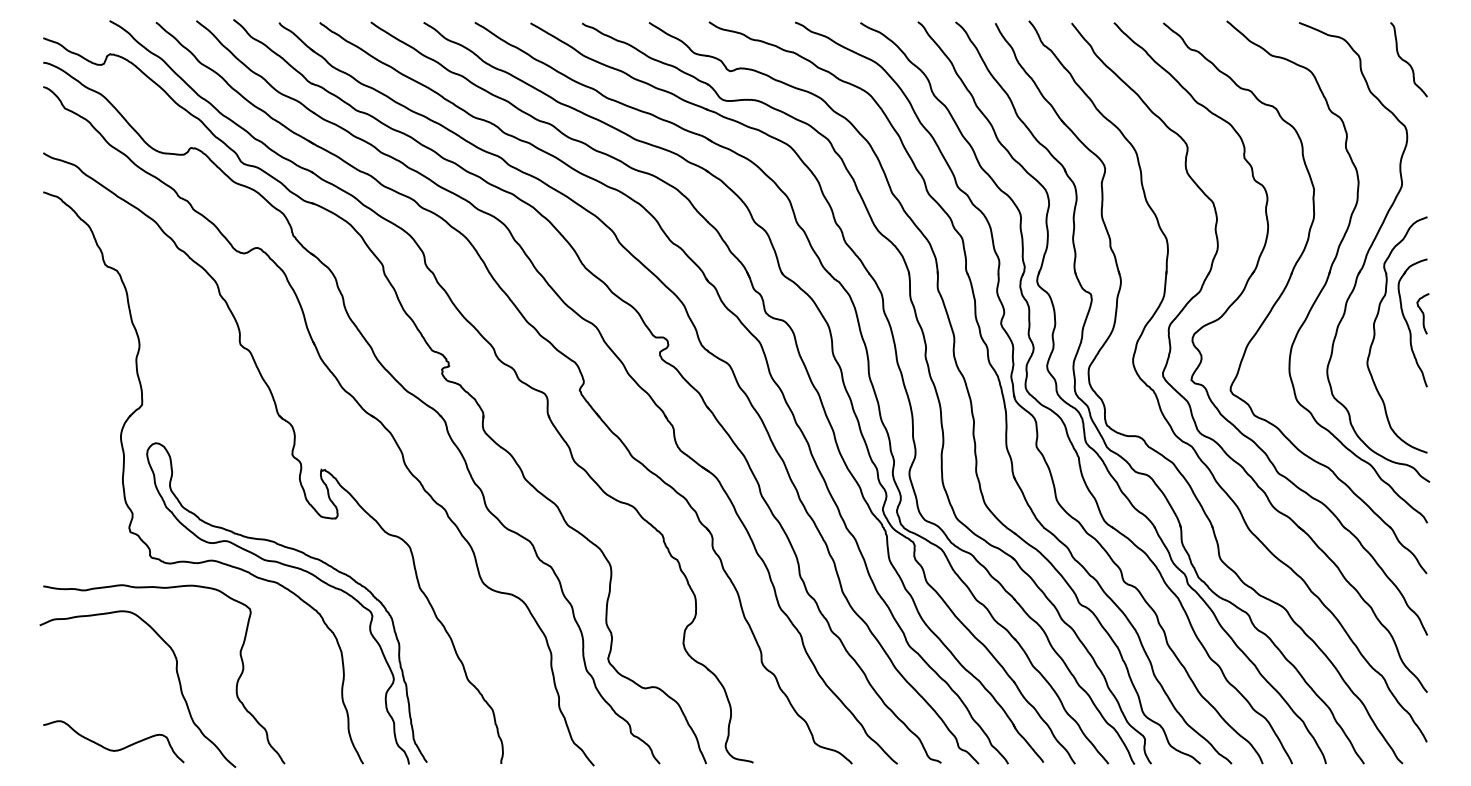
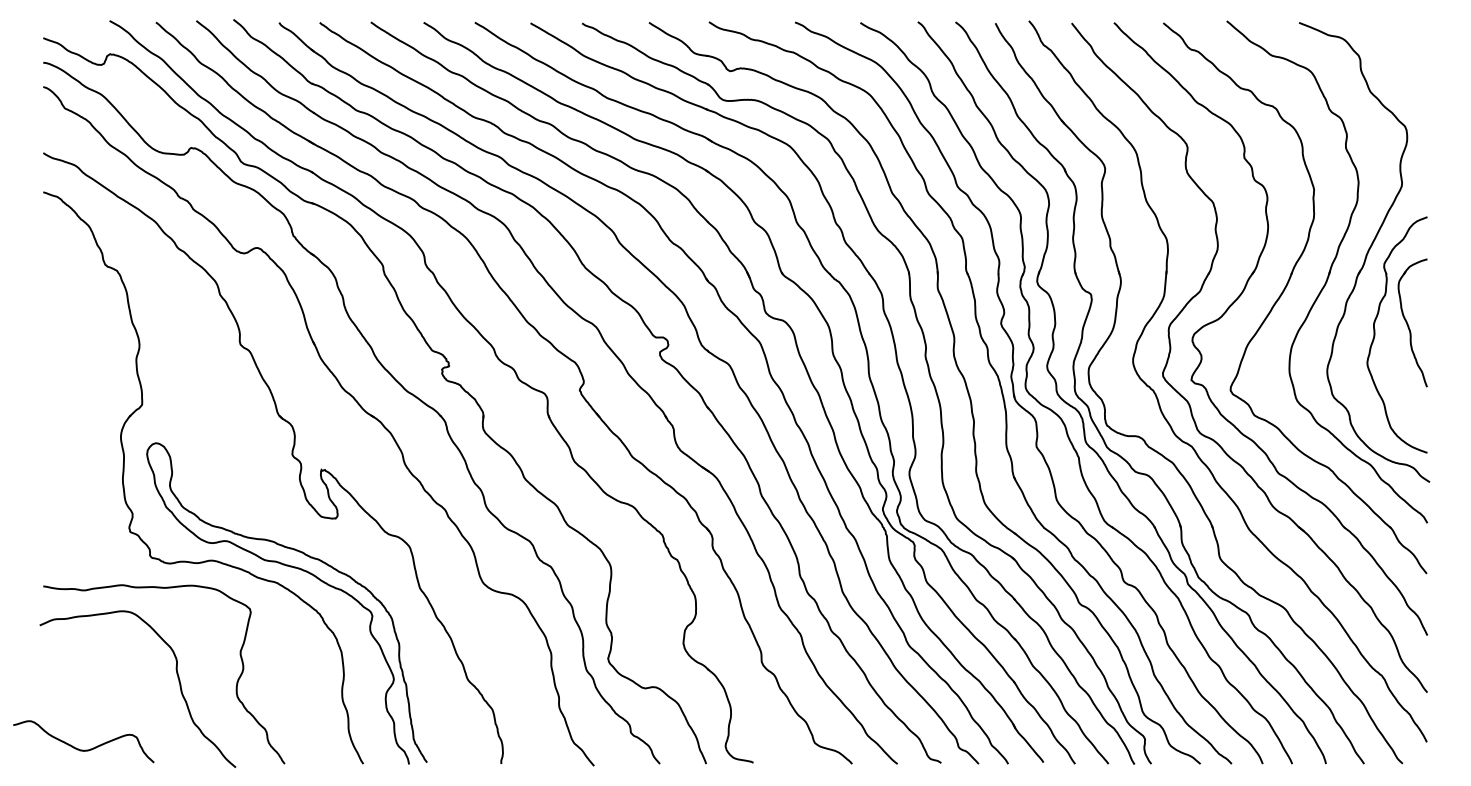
curve at (1407, 61): present -> none
curve at (1422, 313): present -> none
curve at (112, 749) position: (112, 749) -> (82, 749)
